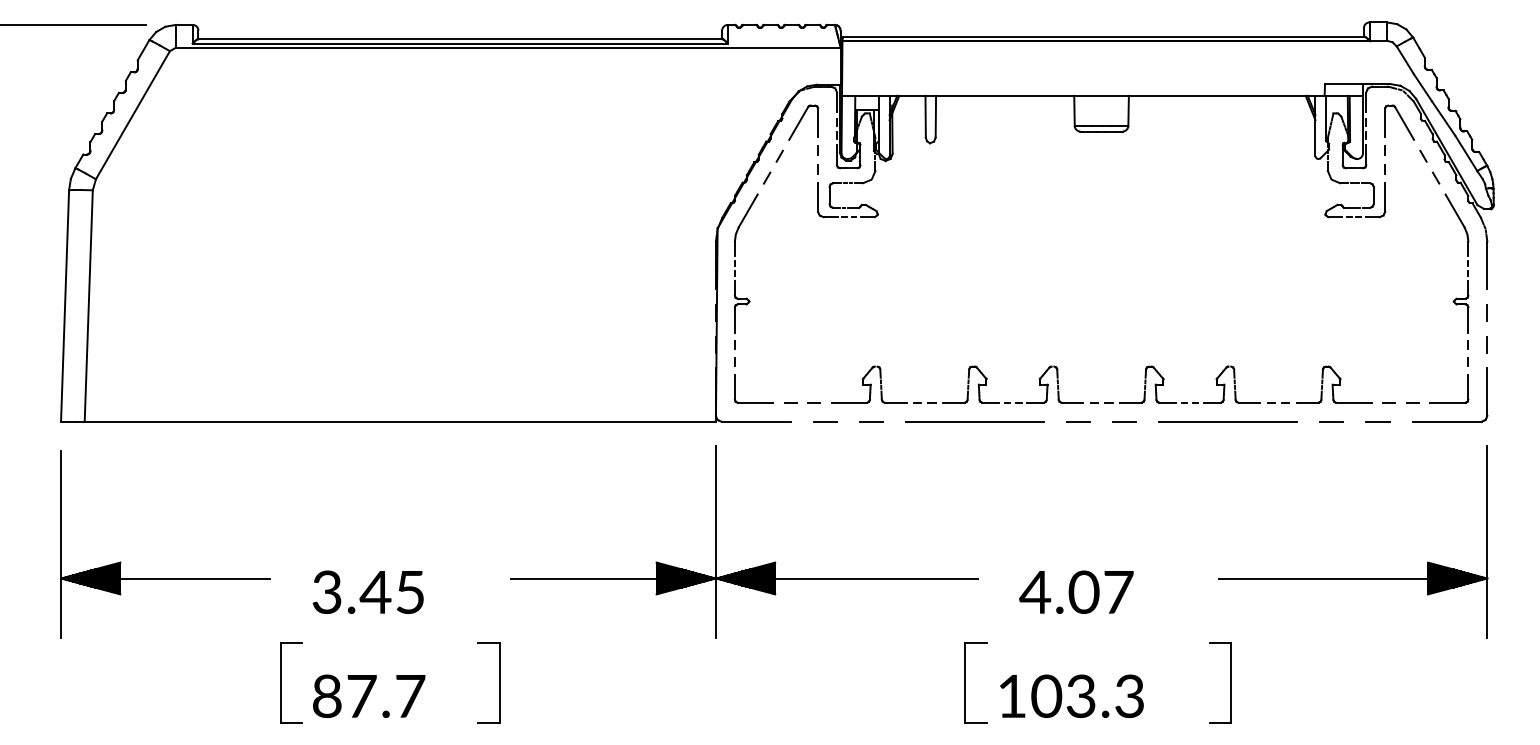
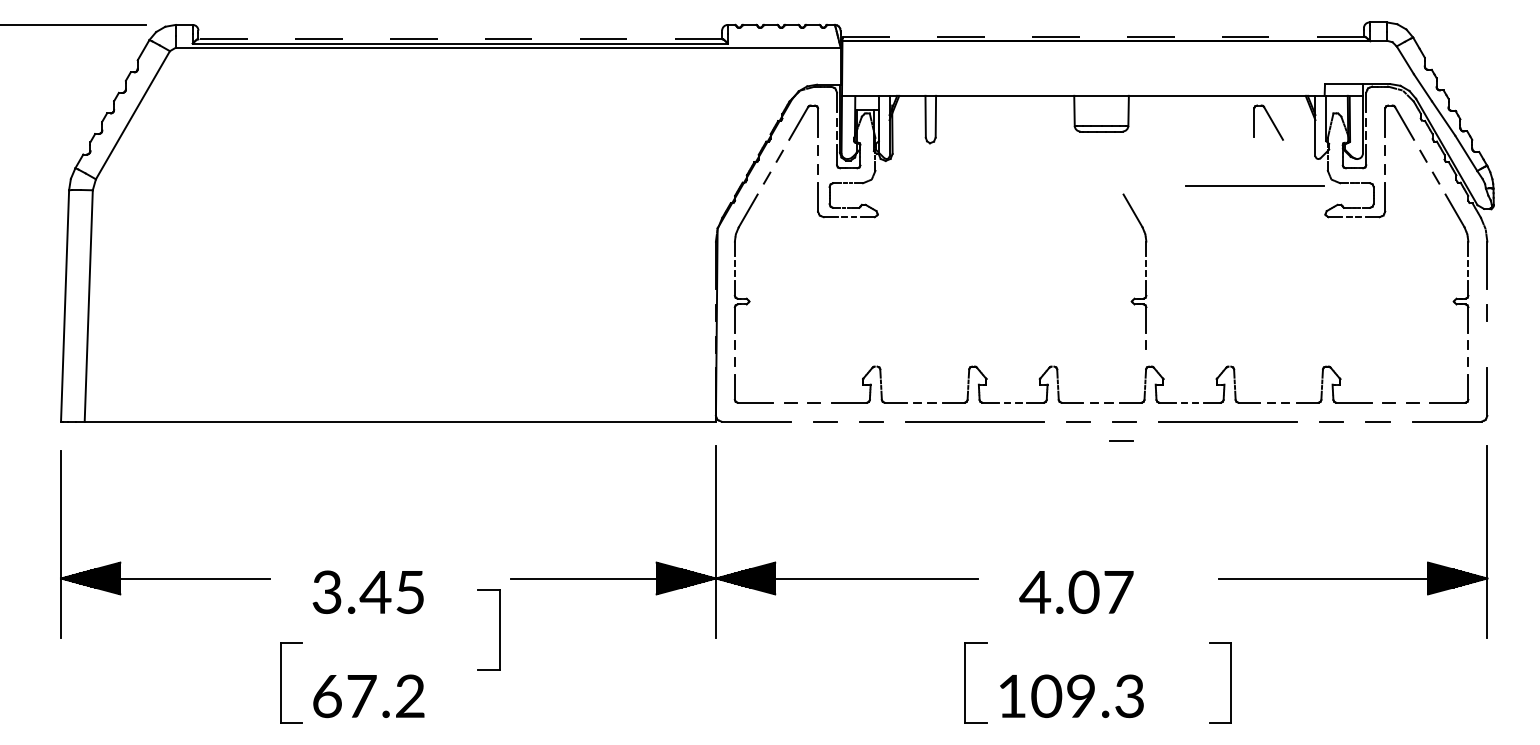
line at (1103, 36): solid -> dashed
line at (460, 39): solid -> dashed
part at (1268, 122): none -> present
line at (1254, 185): none -> present
part at (1145, 271): none -> present
line at (1486, 344): present -> none
line at (1121, 440): none -> present
part at (499, 682) position: (499, 682) -> (499, 629)
text at (369, 695): 87.7 -> 67.2
text at (1080, 696): 103.3 -> 109.3
